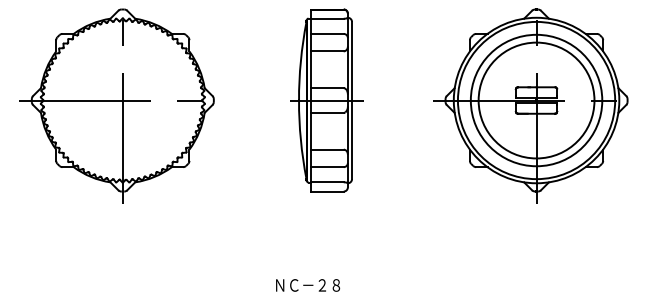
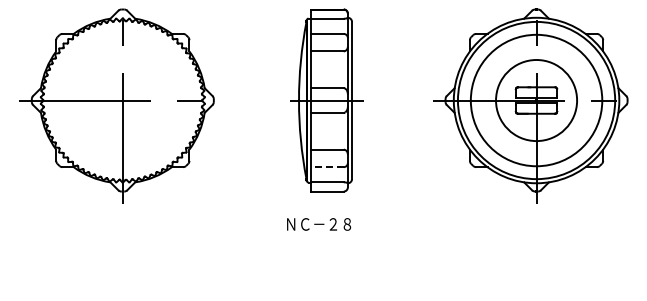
circle at (536, 100) diameter: 116 px -> 81 px
line at (327, 167): solid -> dashed
text at (308, 285) position: (308, 285) -> (319, 224)
